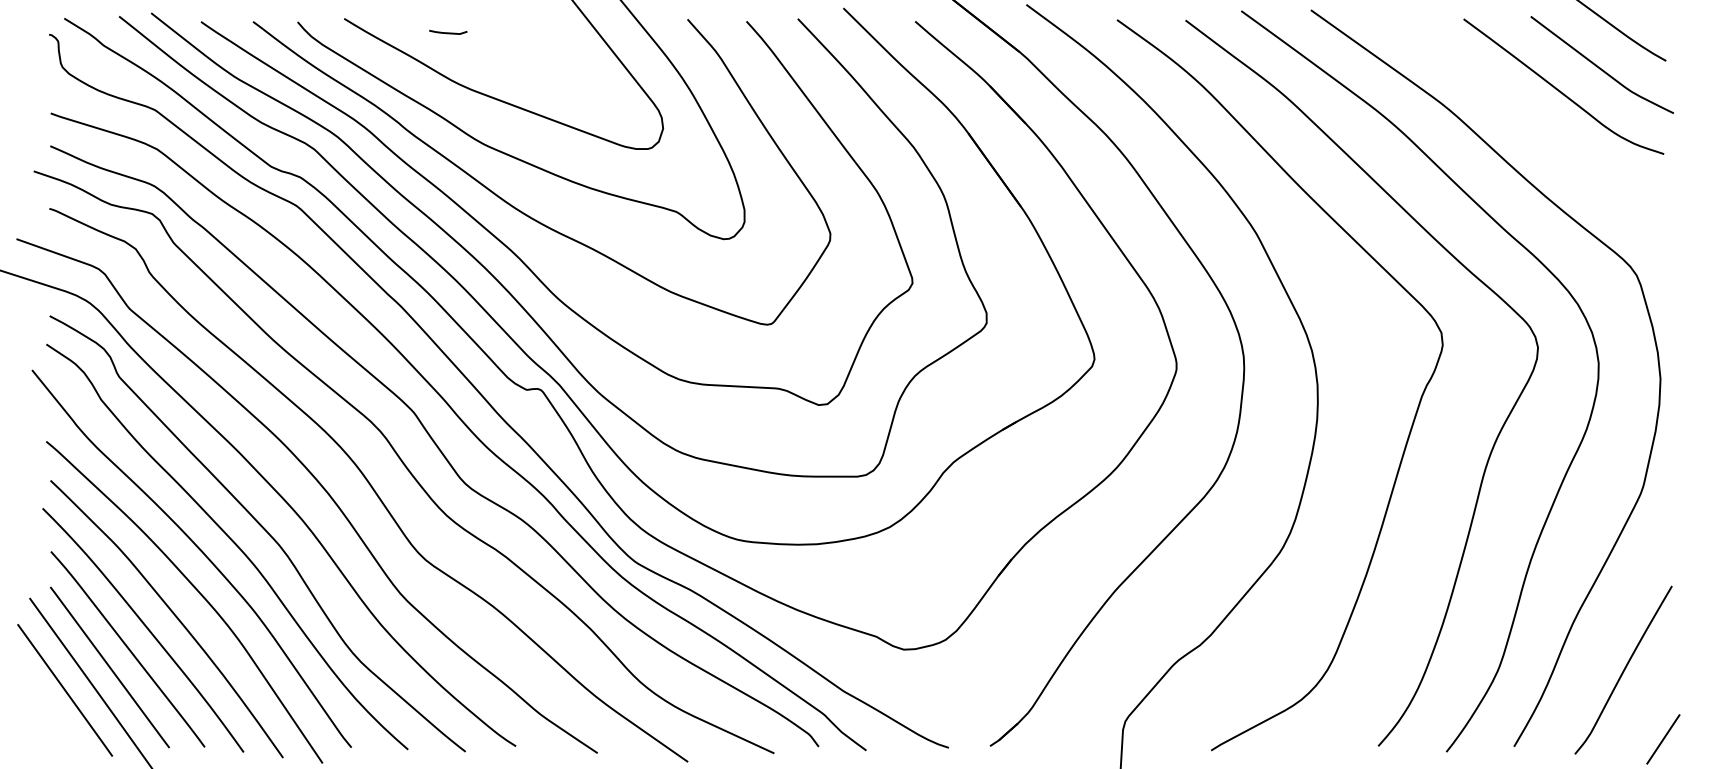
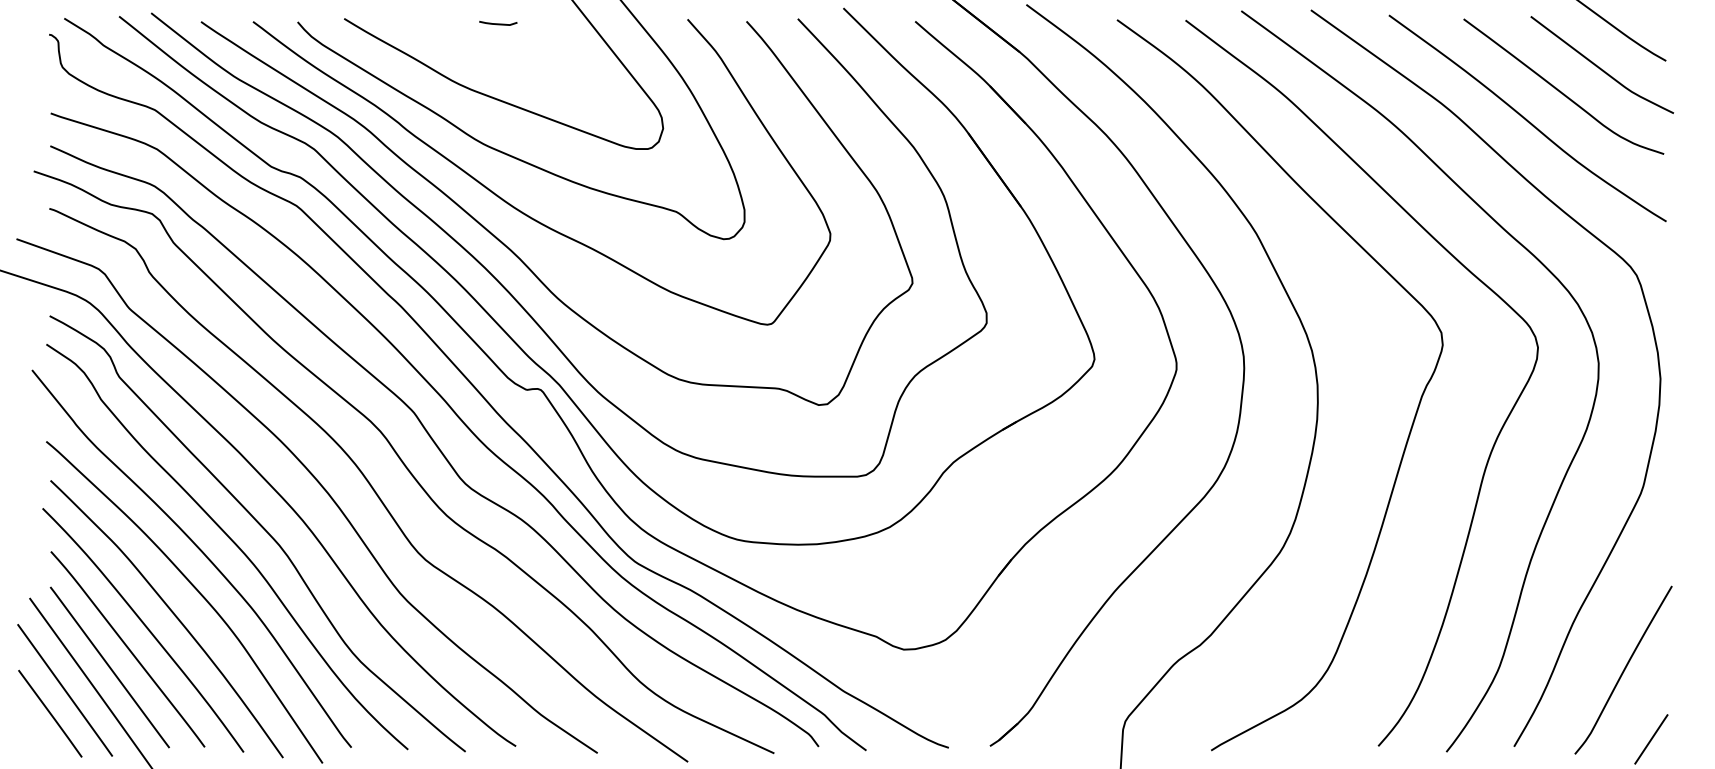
line at (448, 32) position: (448, 32) -> (498, 23)
curve at (1526, 118): none -> present
line at (50, 713): none -> present
line at (1663, 739) position: (1663, 739) -> (1651, 739)
